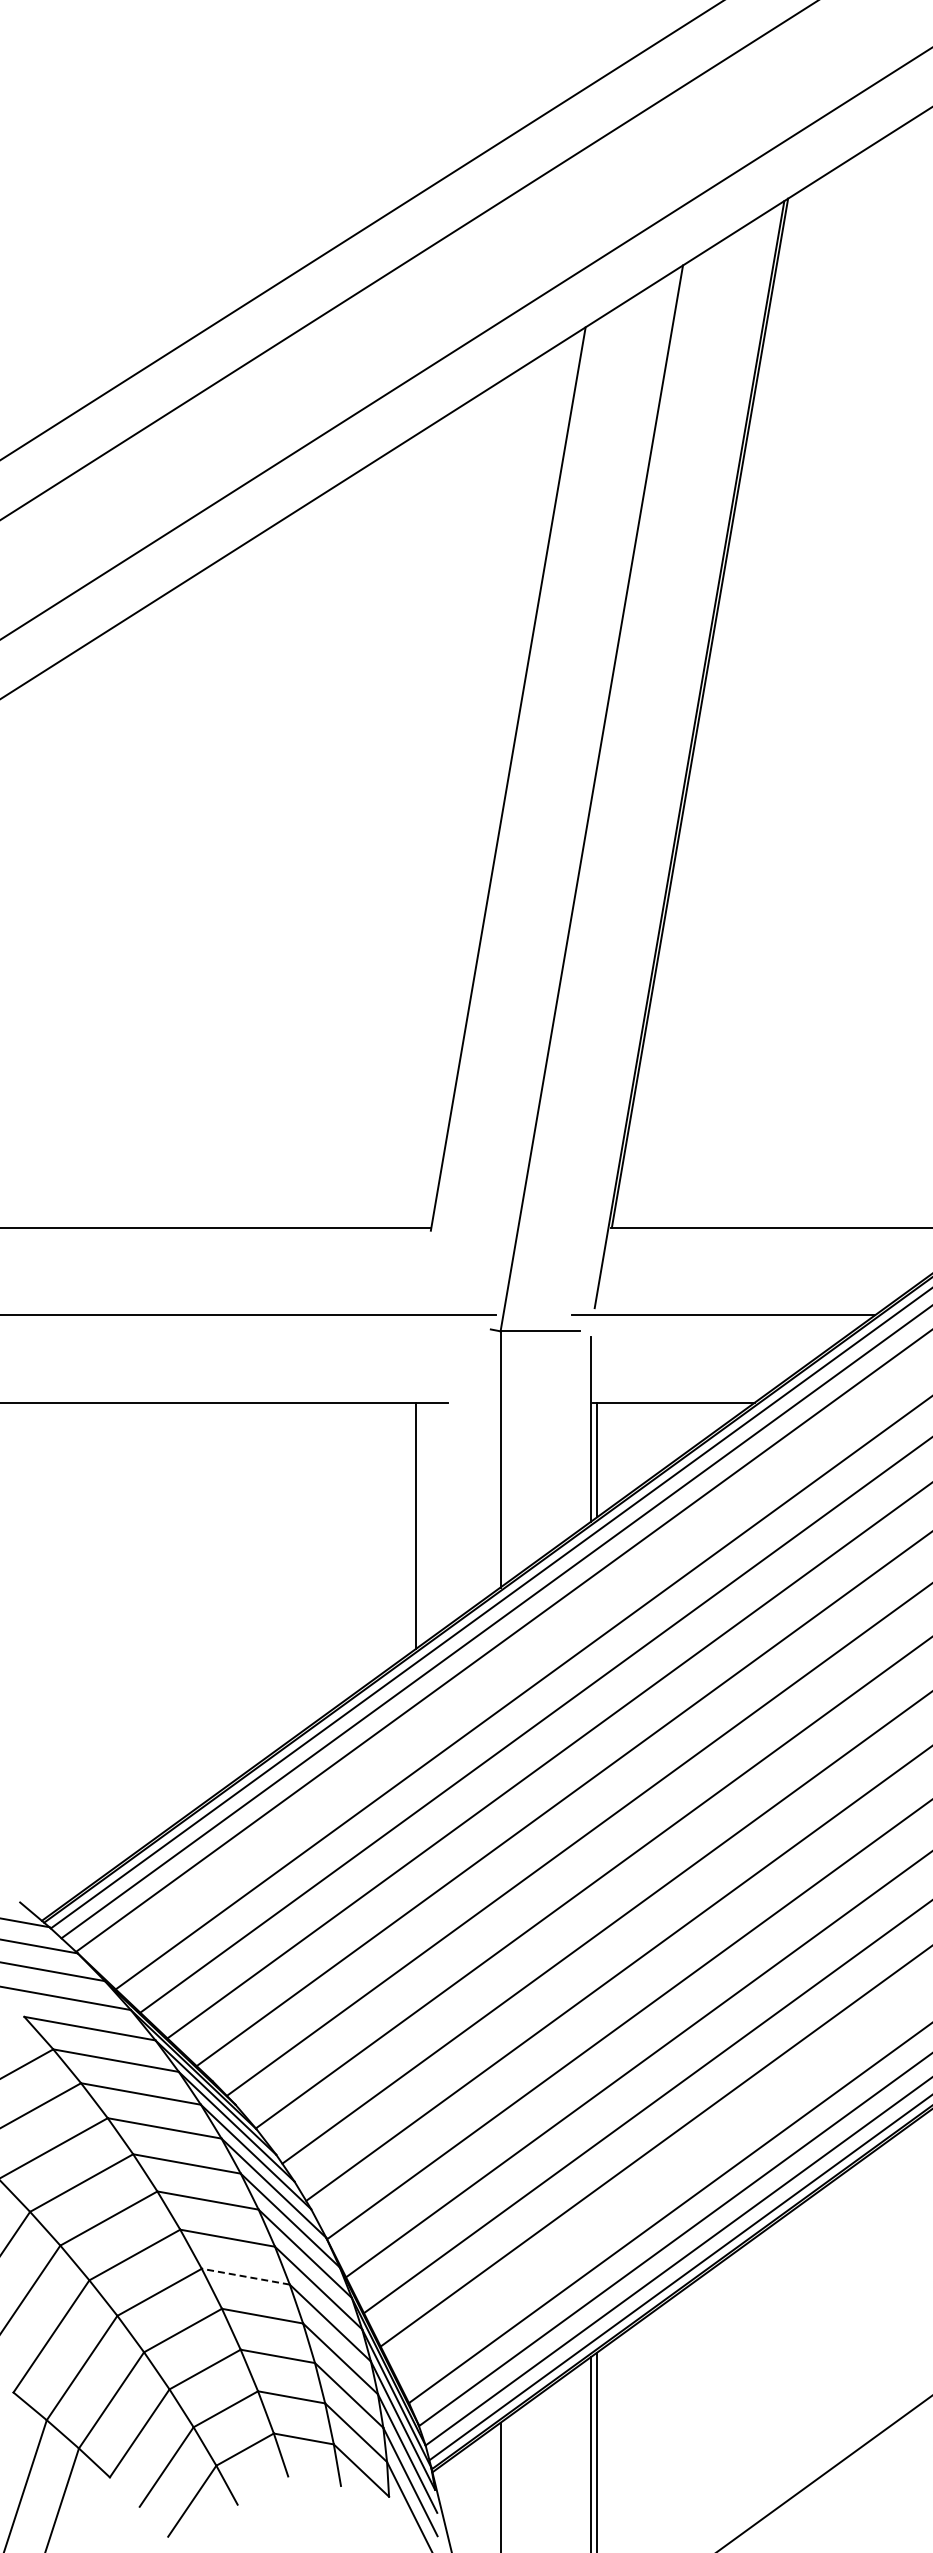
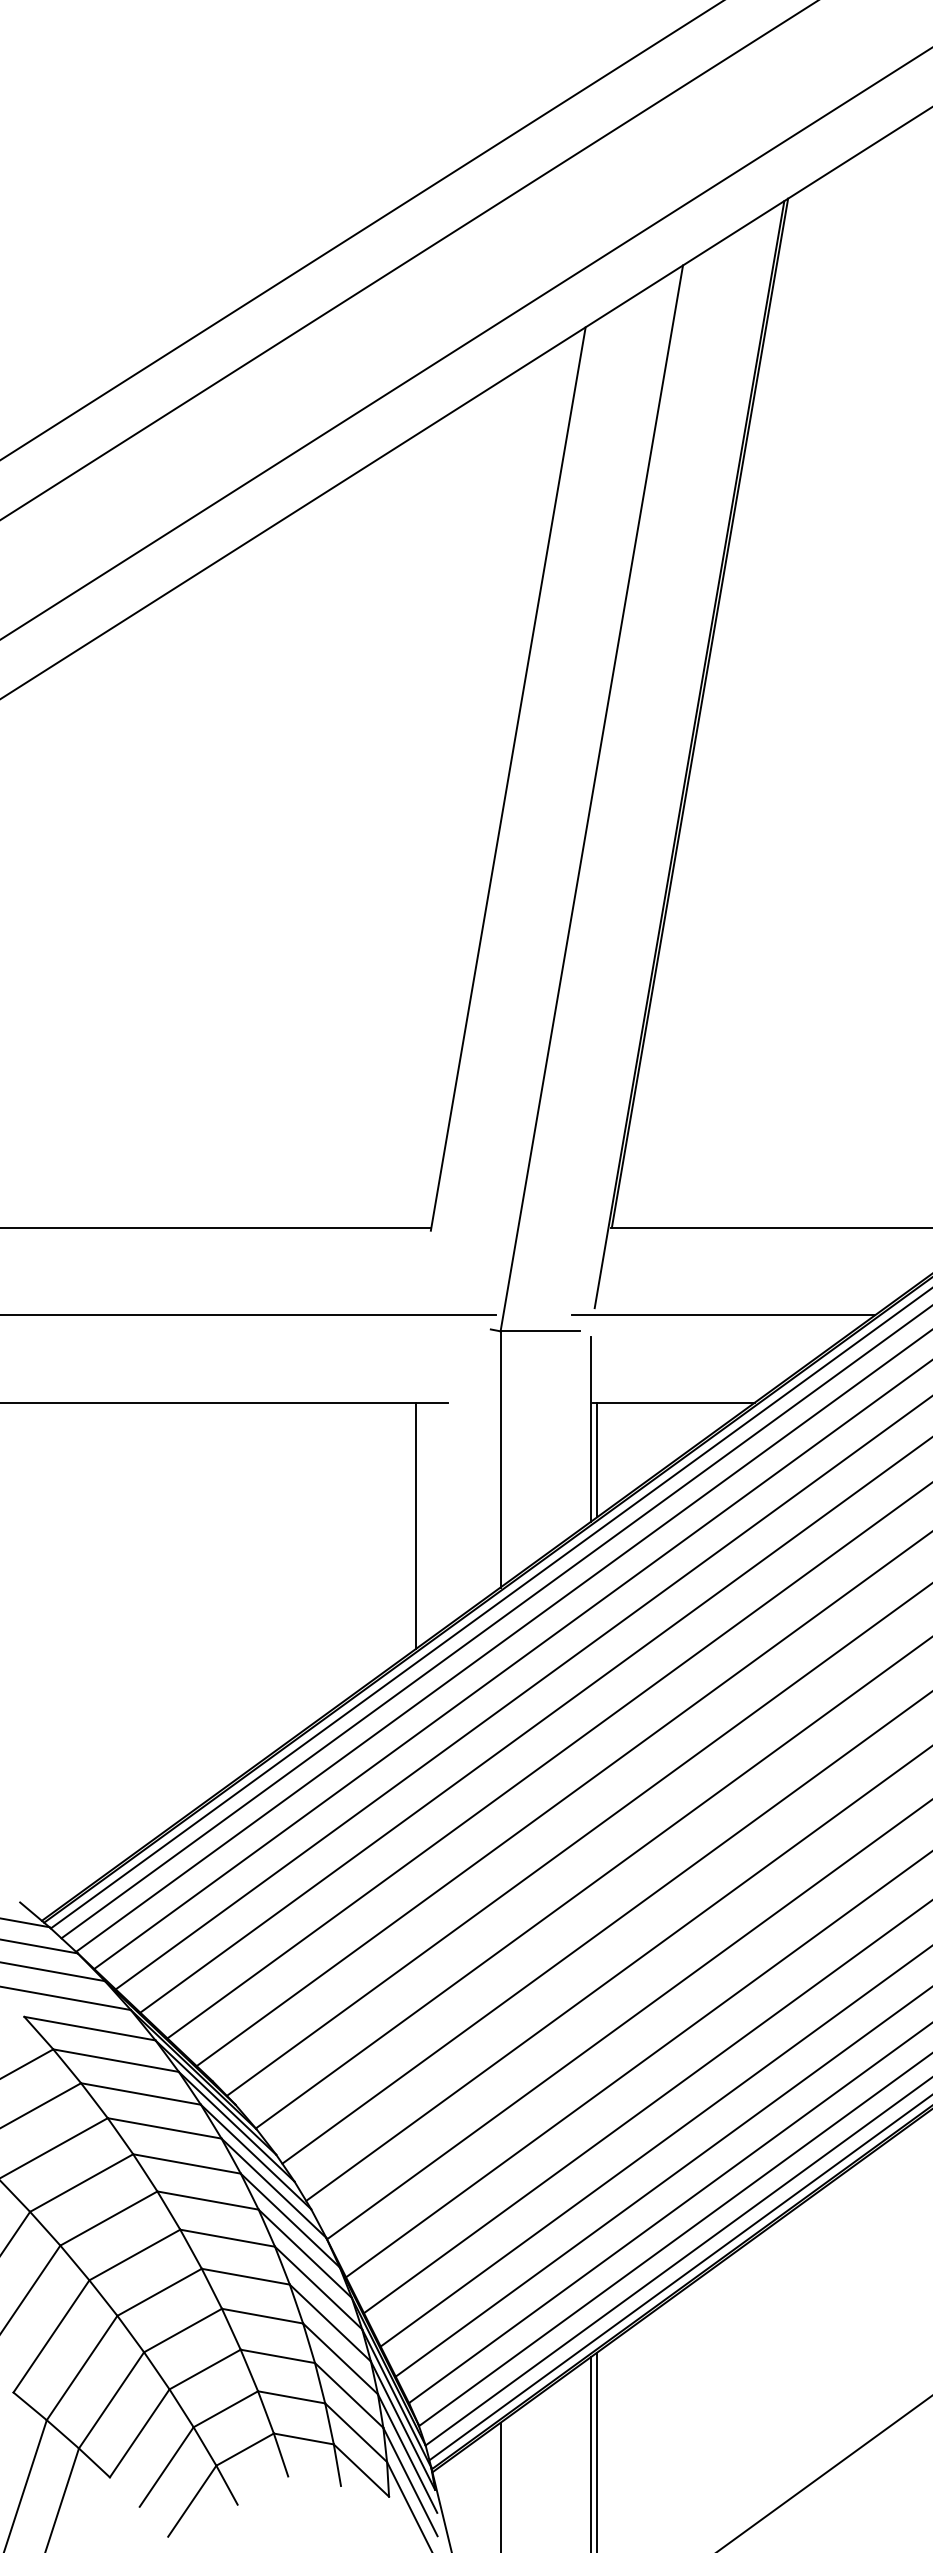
line at (511, 1665): none -> present
line at (662, 2182): none -> present
line at (245, 2276): dashed -> solid
